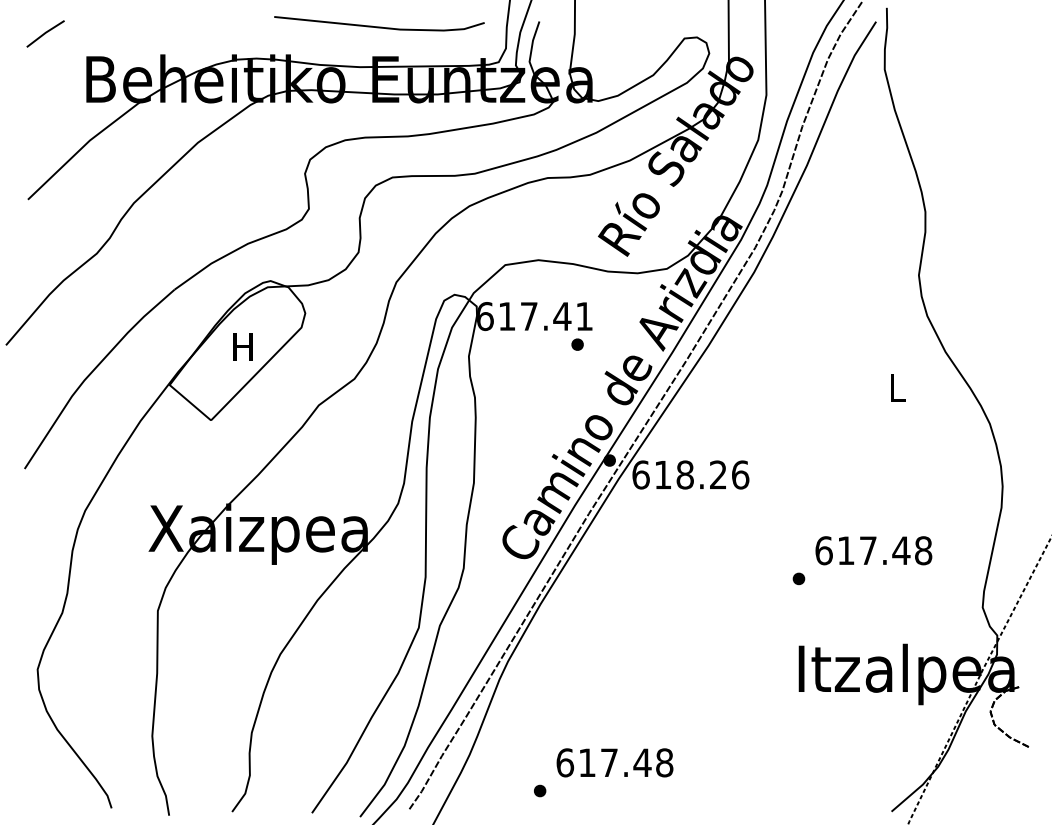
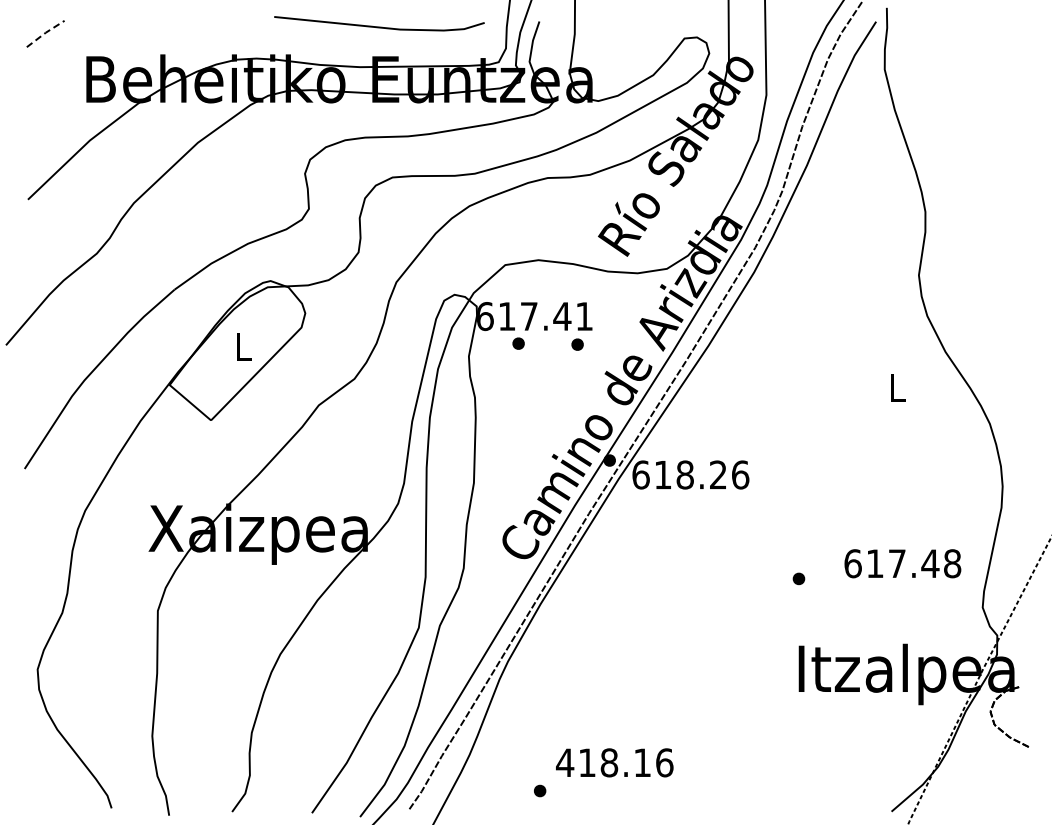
line at (45, 32): solid -> dashed
part at (518, 343): none -> present
text at (242, 346): H -> L
text at (873, 550) position: (873, 550) -> (902, 563)
text at (614, 762): 617.48 -> 418.16
